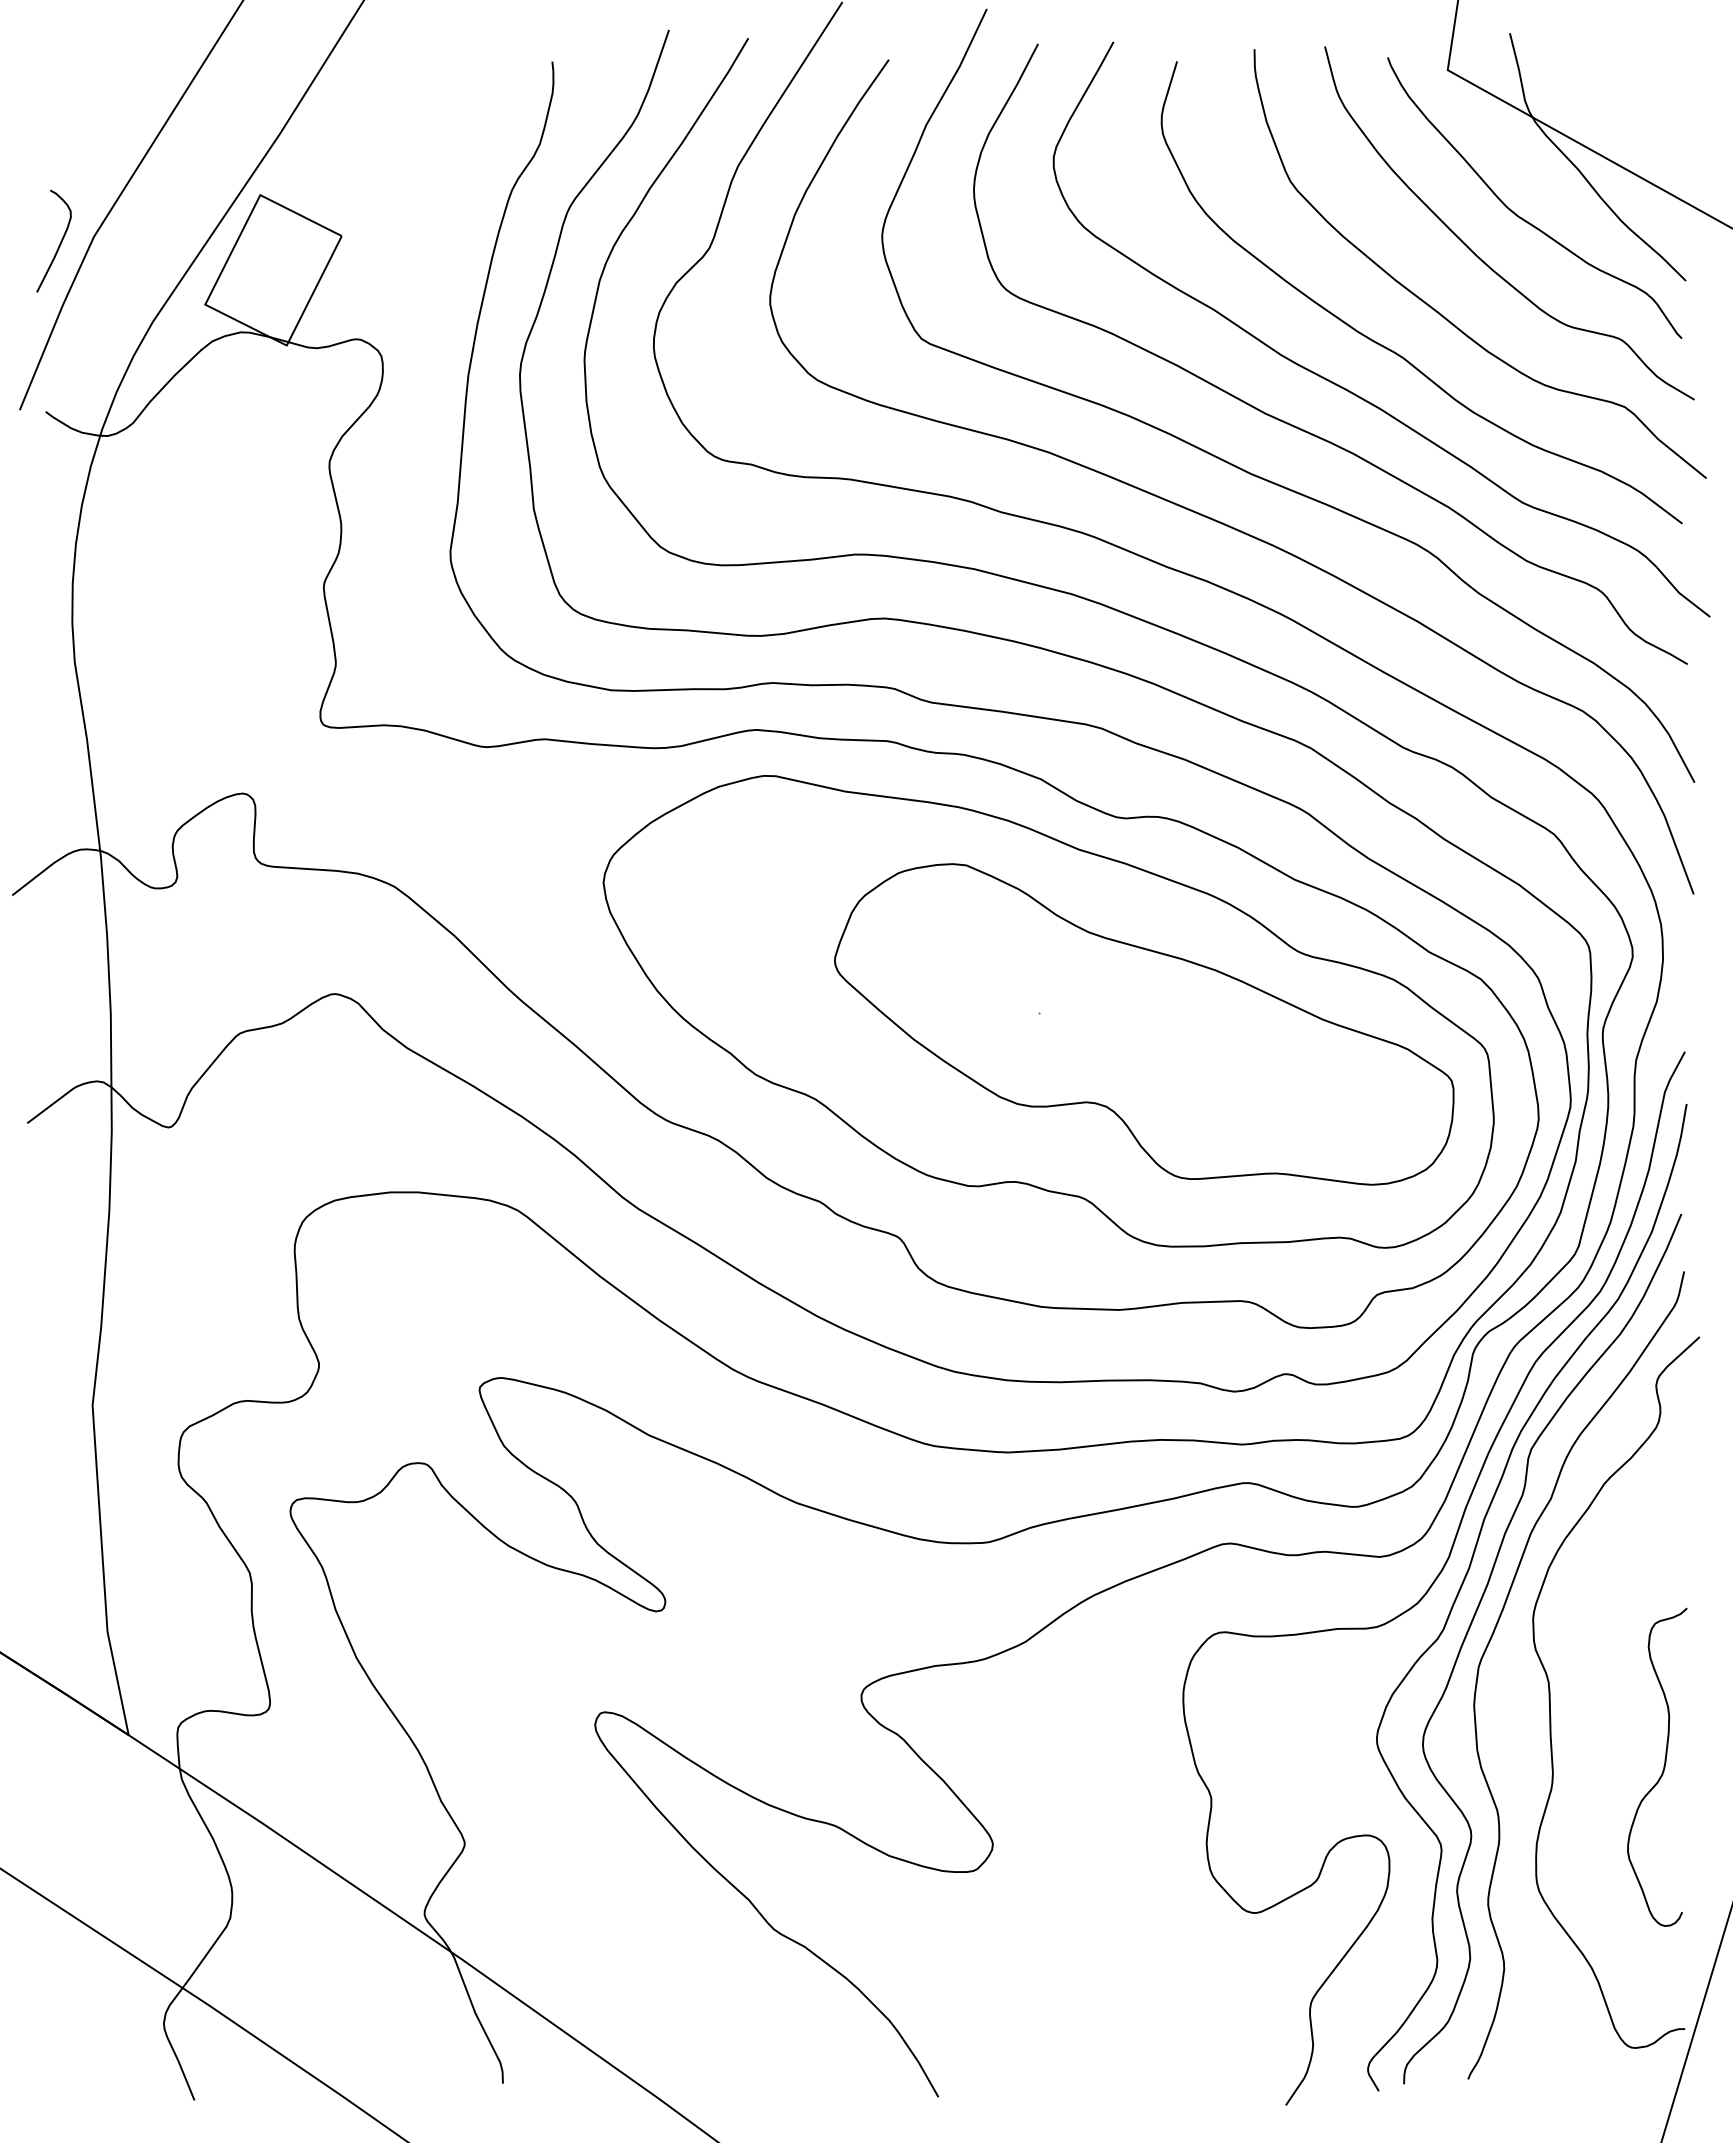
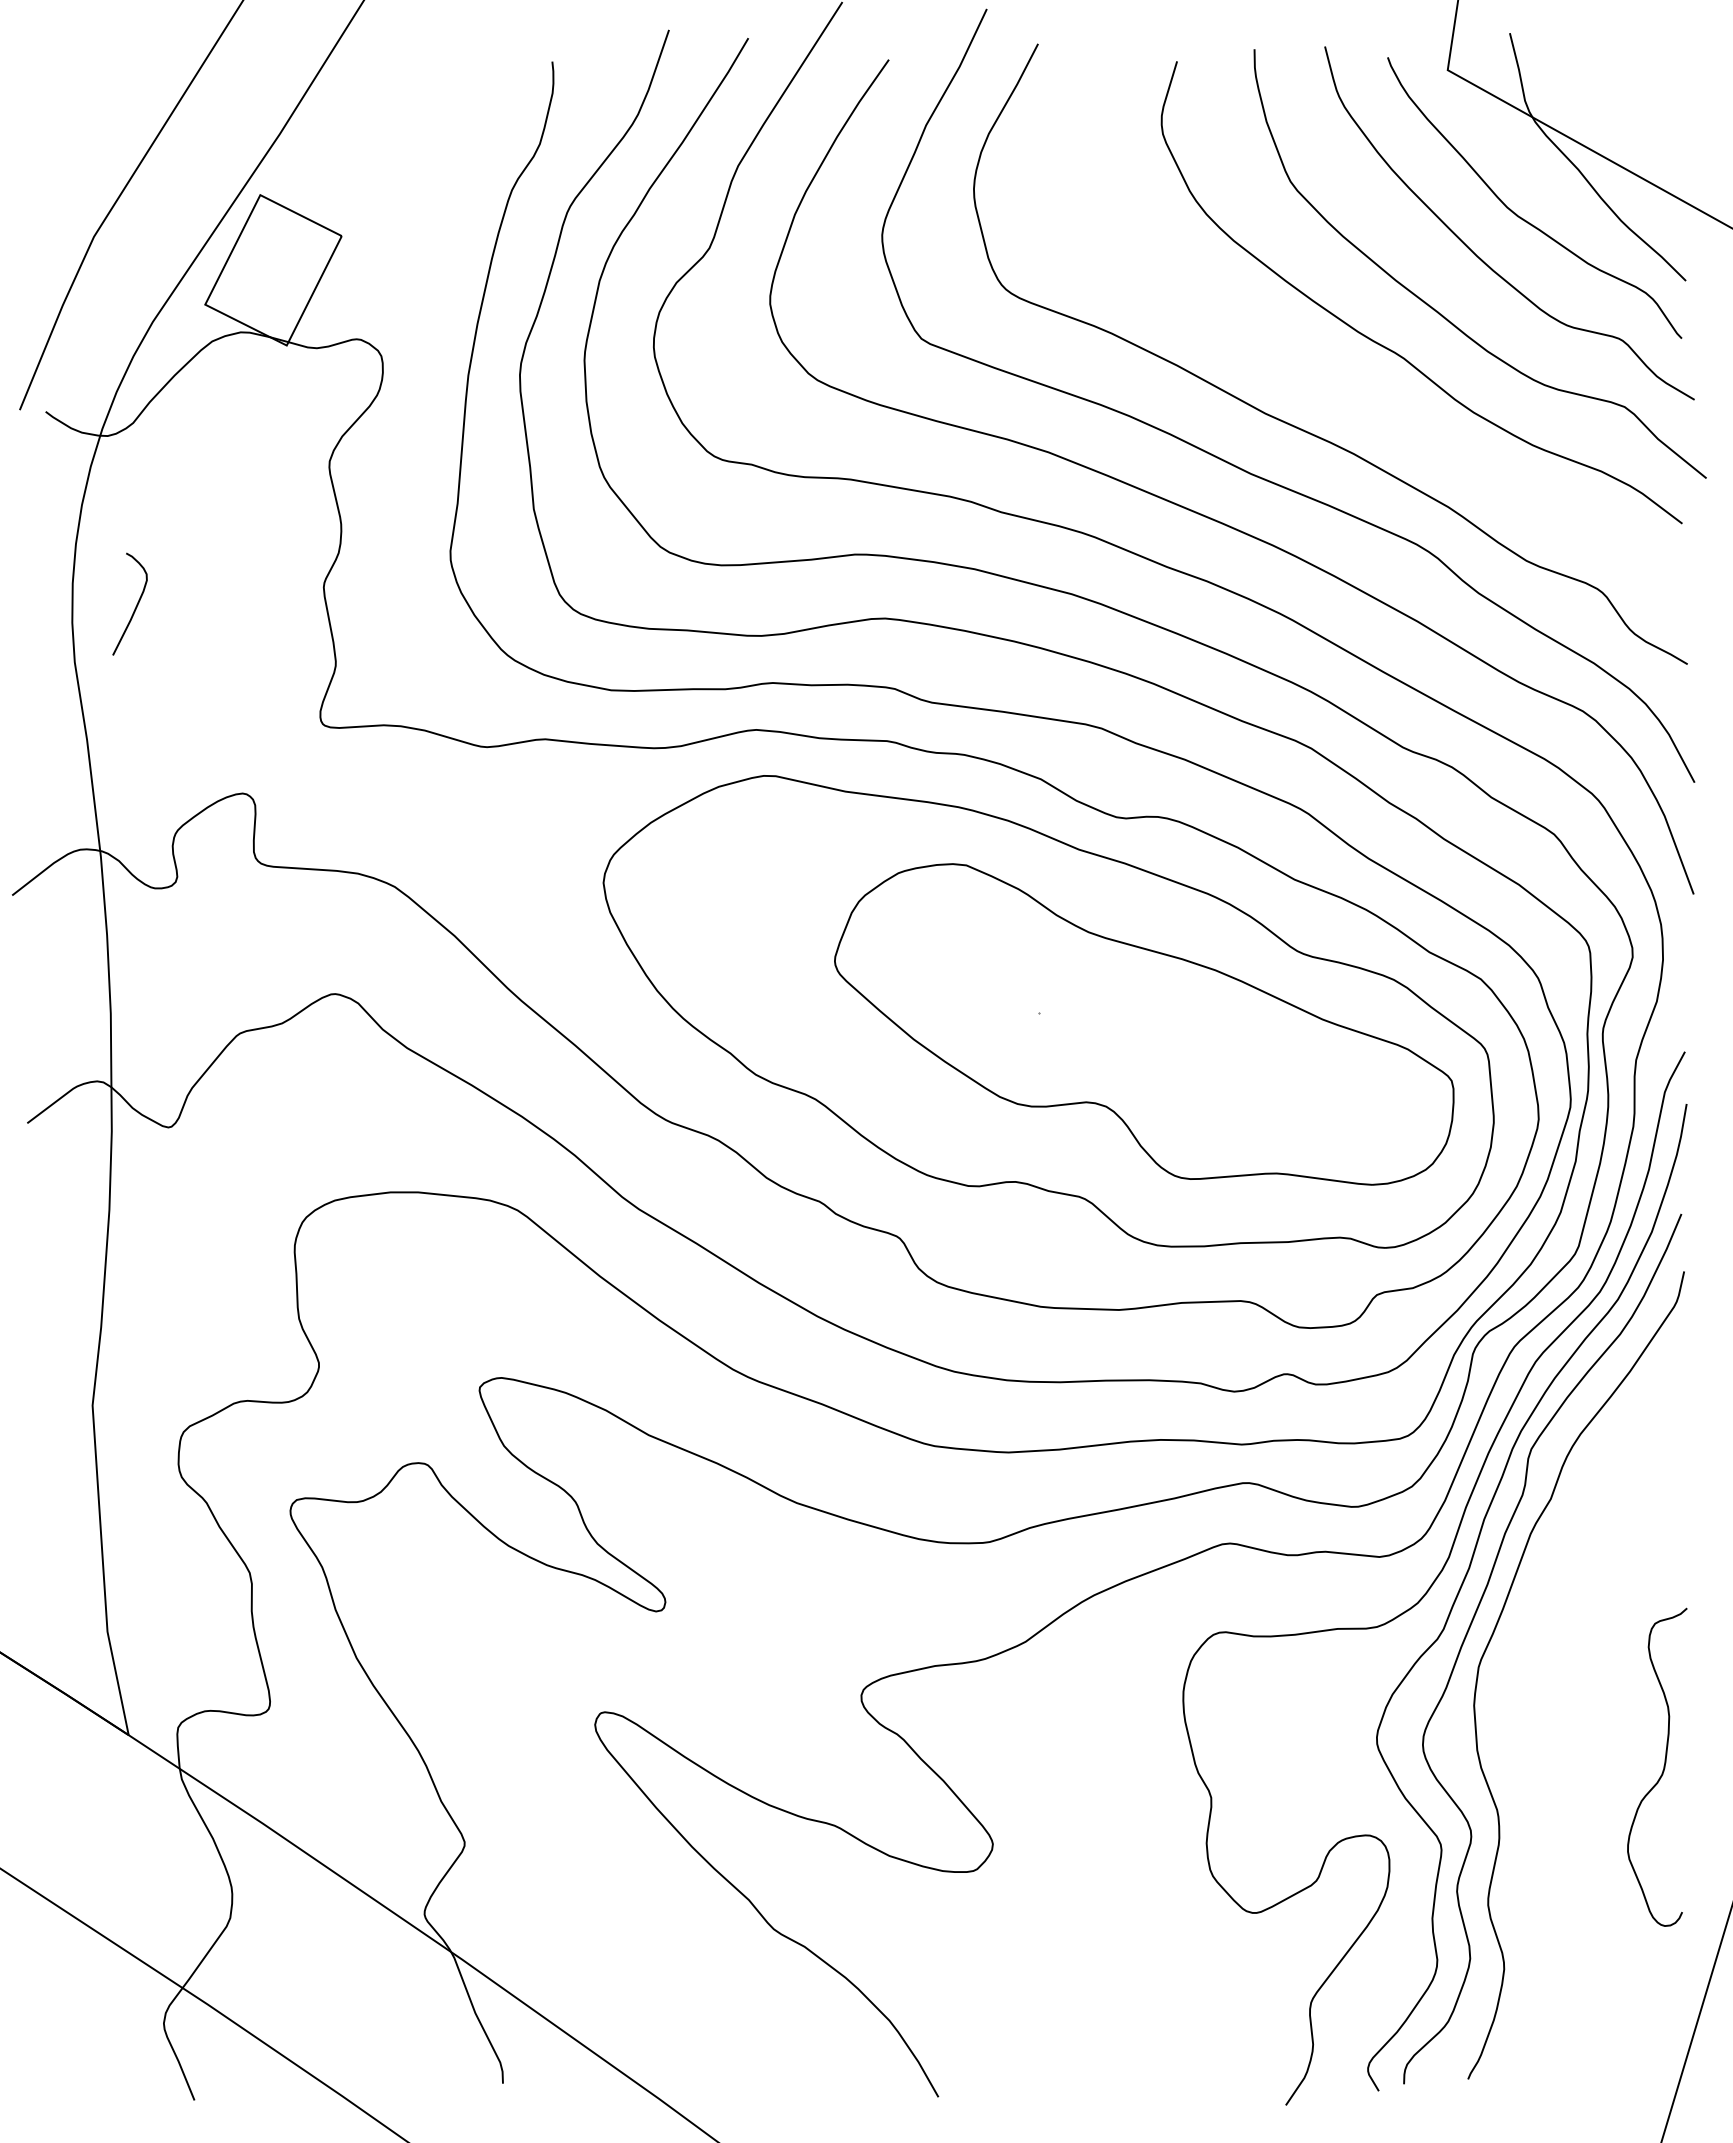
curve at (59, 243) position: (59, 243) -> (135, 606)
curve at (1348, 389): present -> none
curve at (1550, 1692): present -> none
